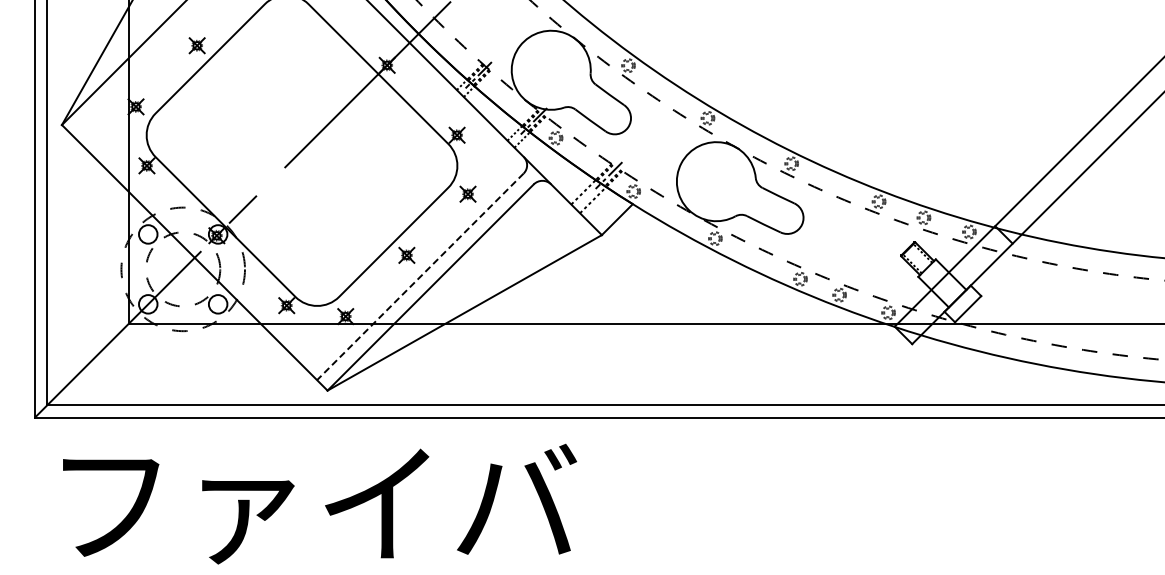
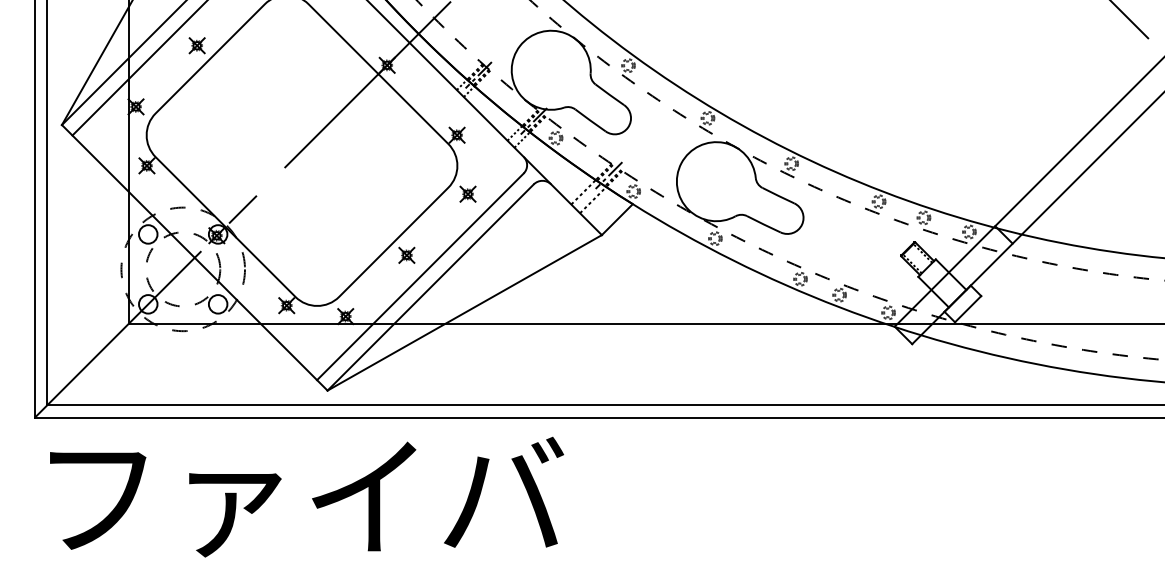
line at (1130, 20): none -> present
line at (138, 68): none -> present
line at (420, 277): dashed -> solid
text at (320, 503) position: (320, 503) -> (307, 496)
